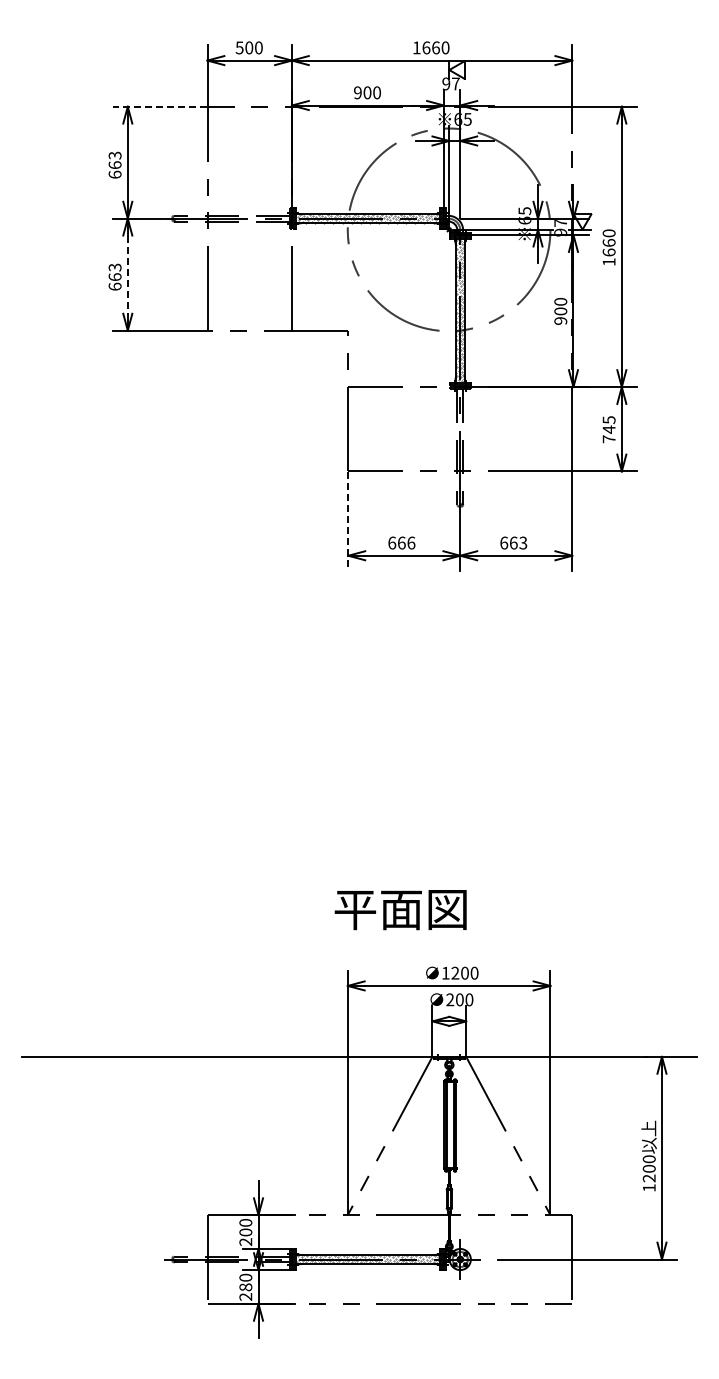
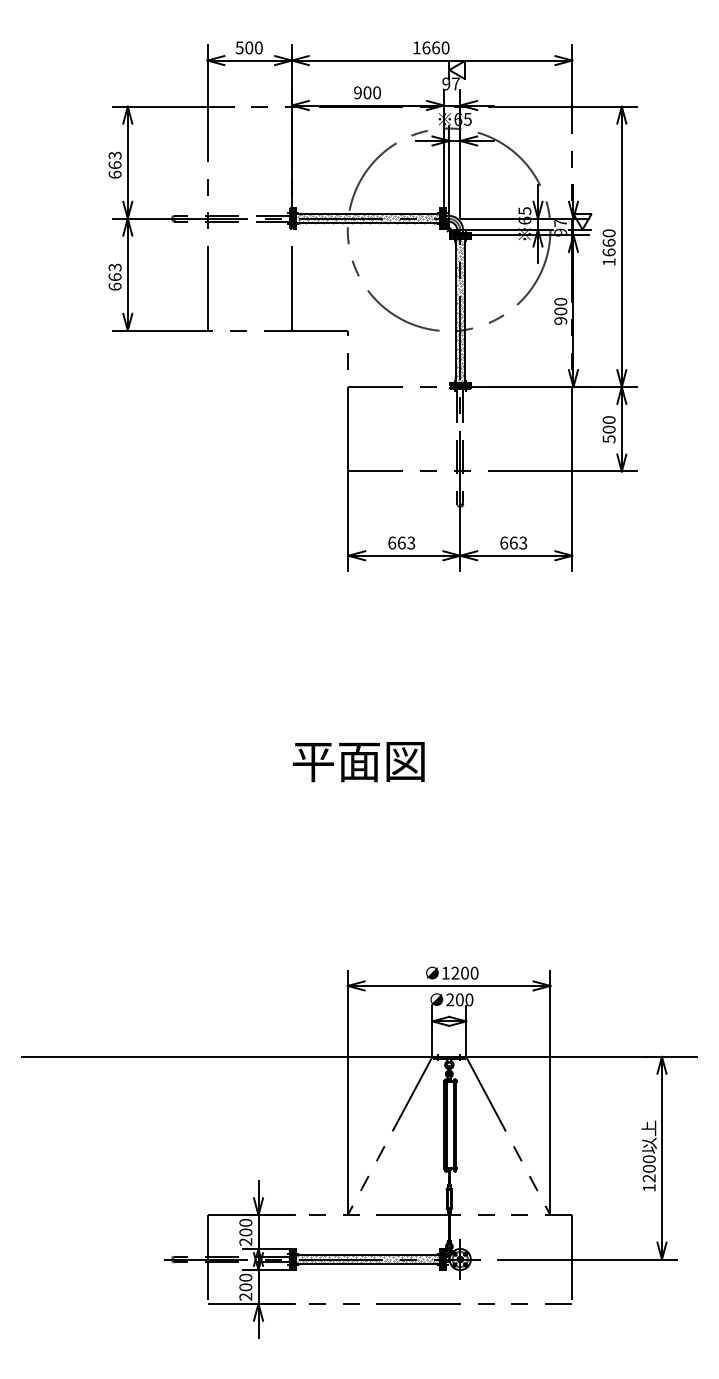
line at (159, 106): dashed -> solid
line at (127, 275): dashed -> solid
text at (608, 429): 745 -> 500
line at (348, 522): dashed -> solid
text at (411, 542): 666 -> 663
text at (400, 910) position: (400, 910) -> (358, 762)
text at (245, 1287): 280 -> 200
